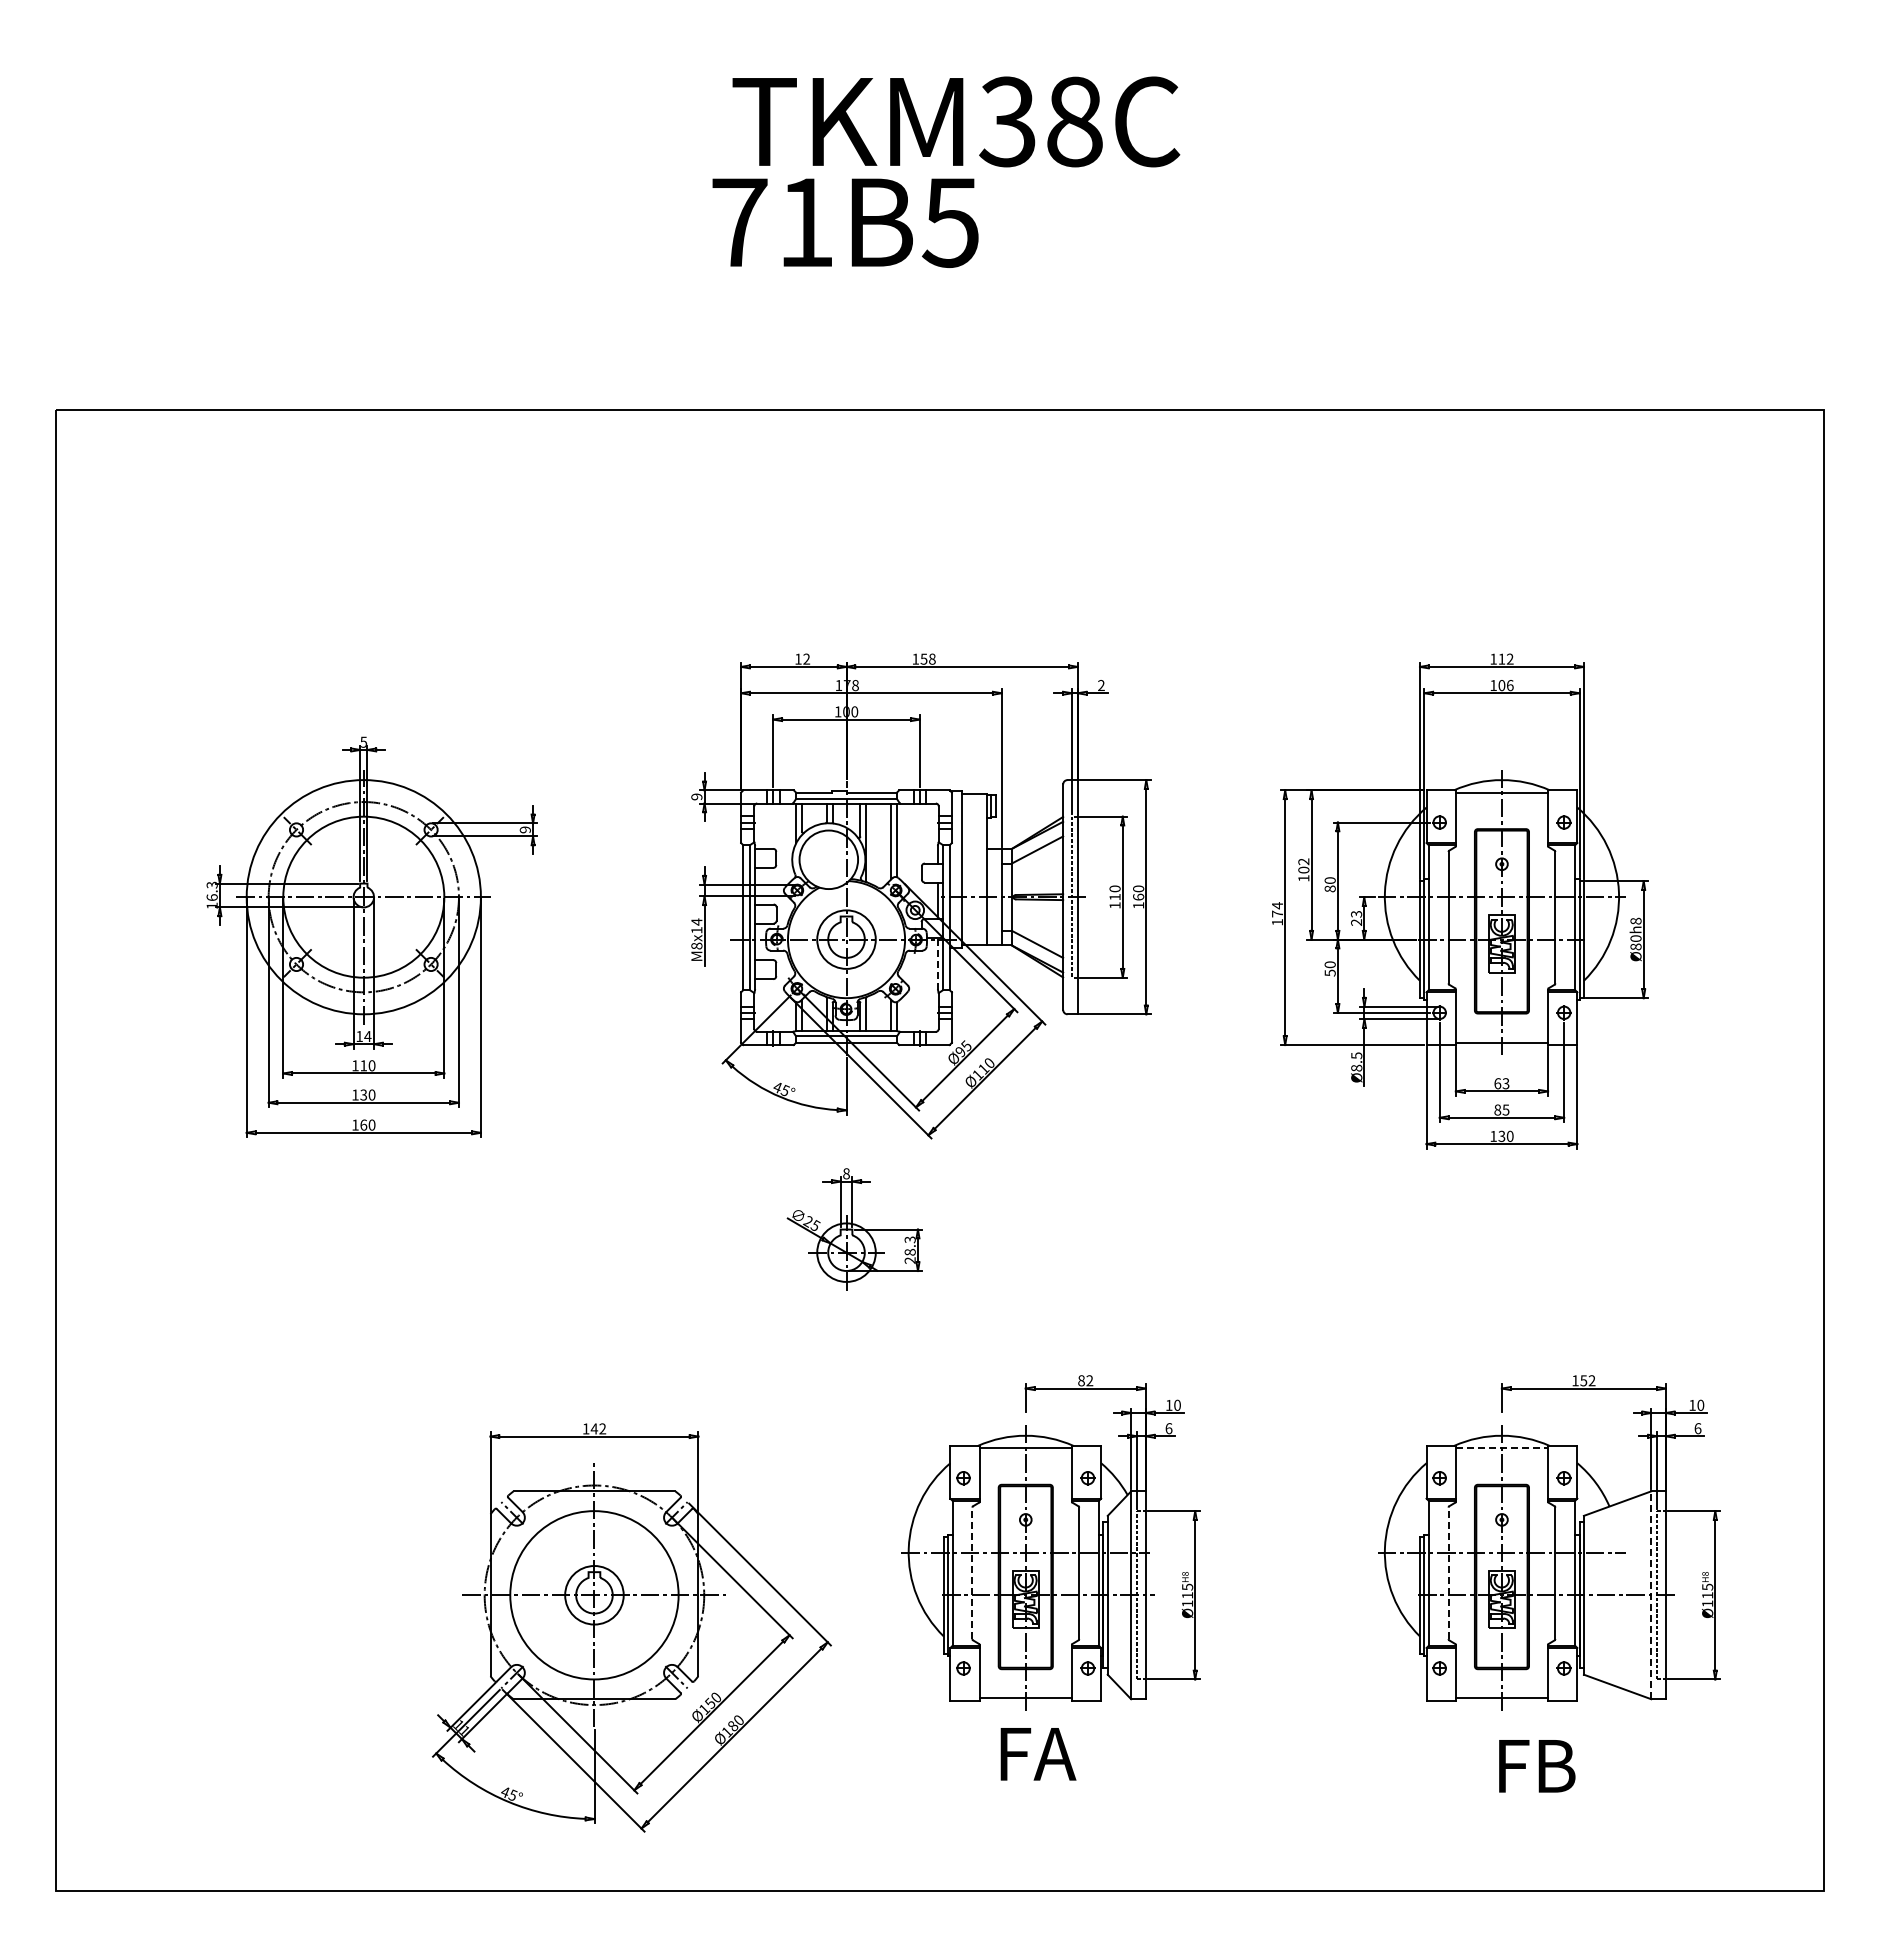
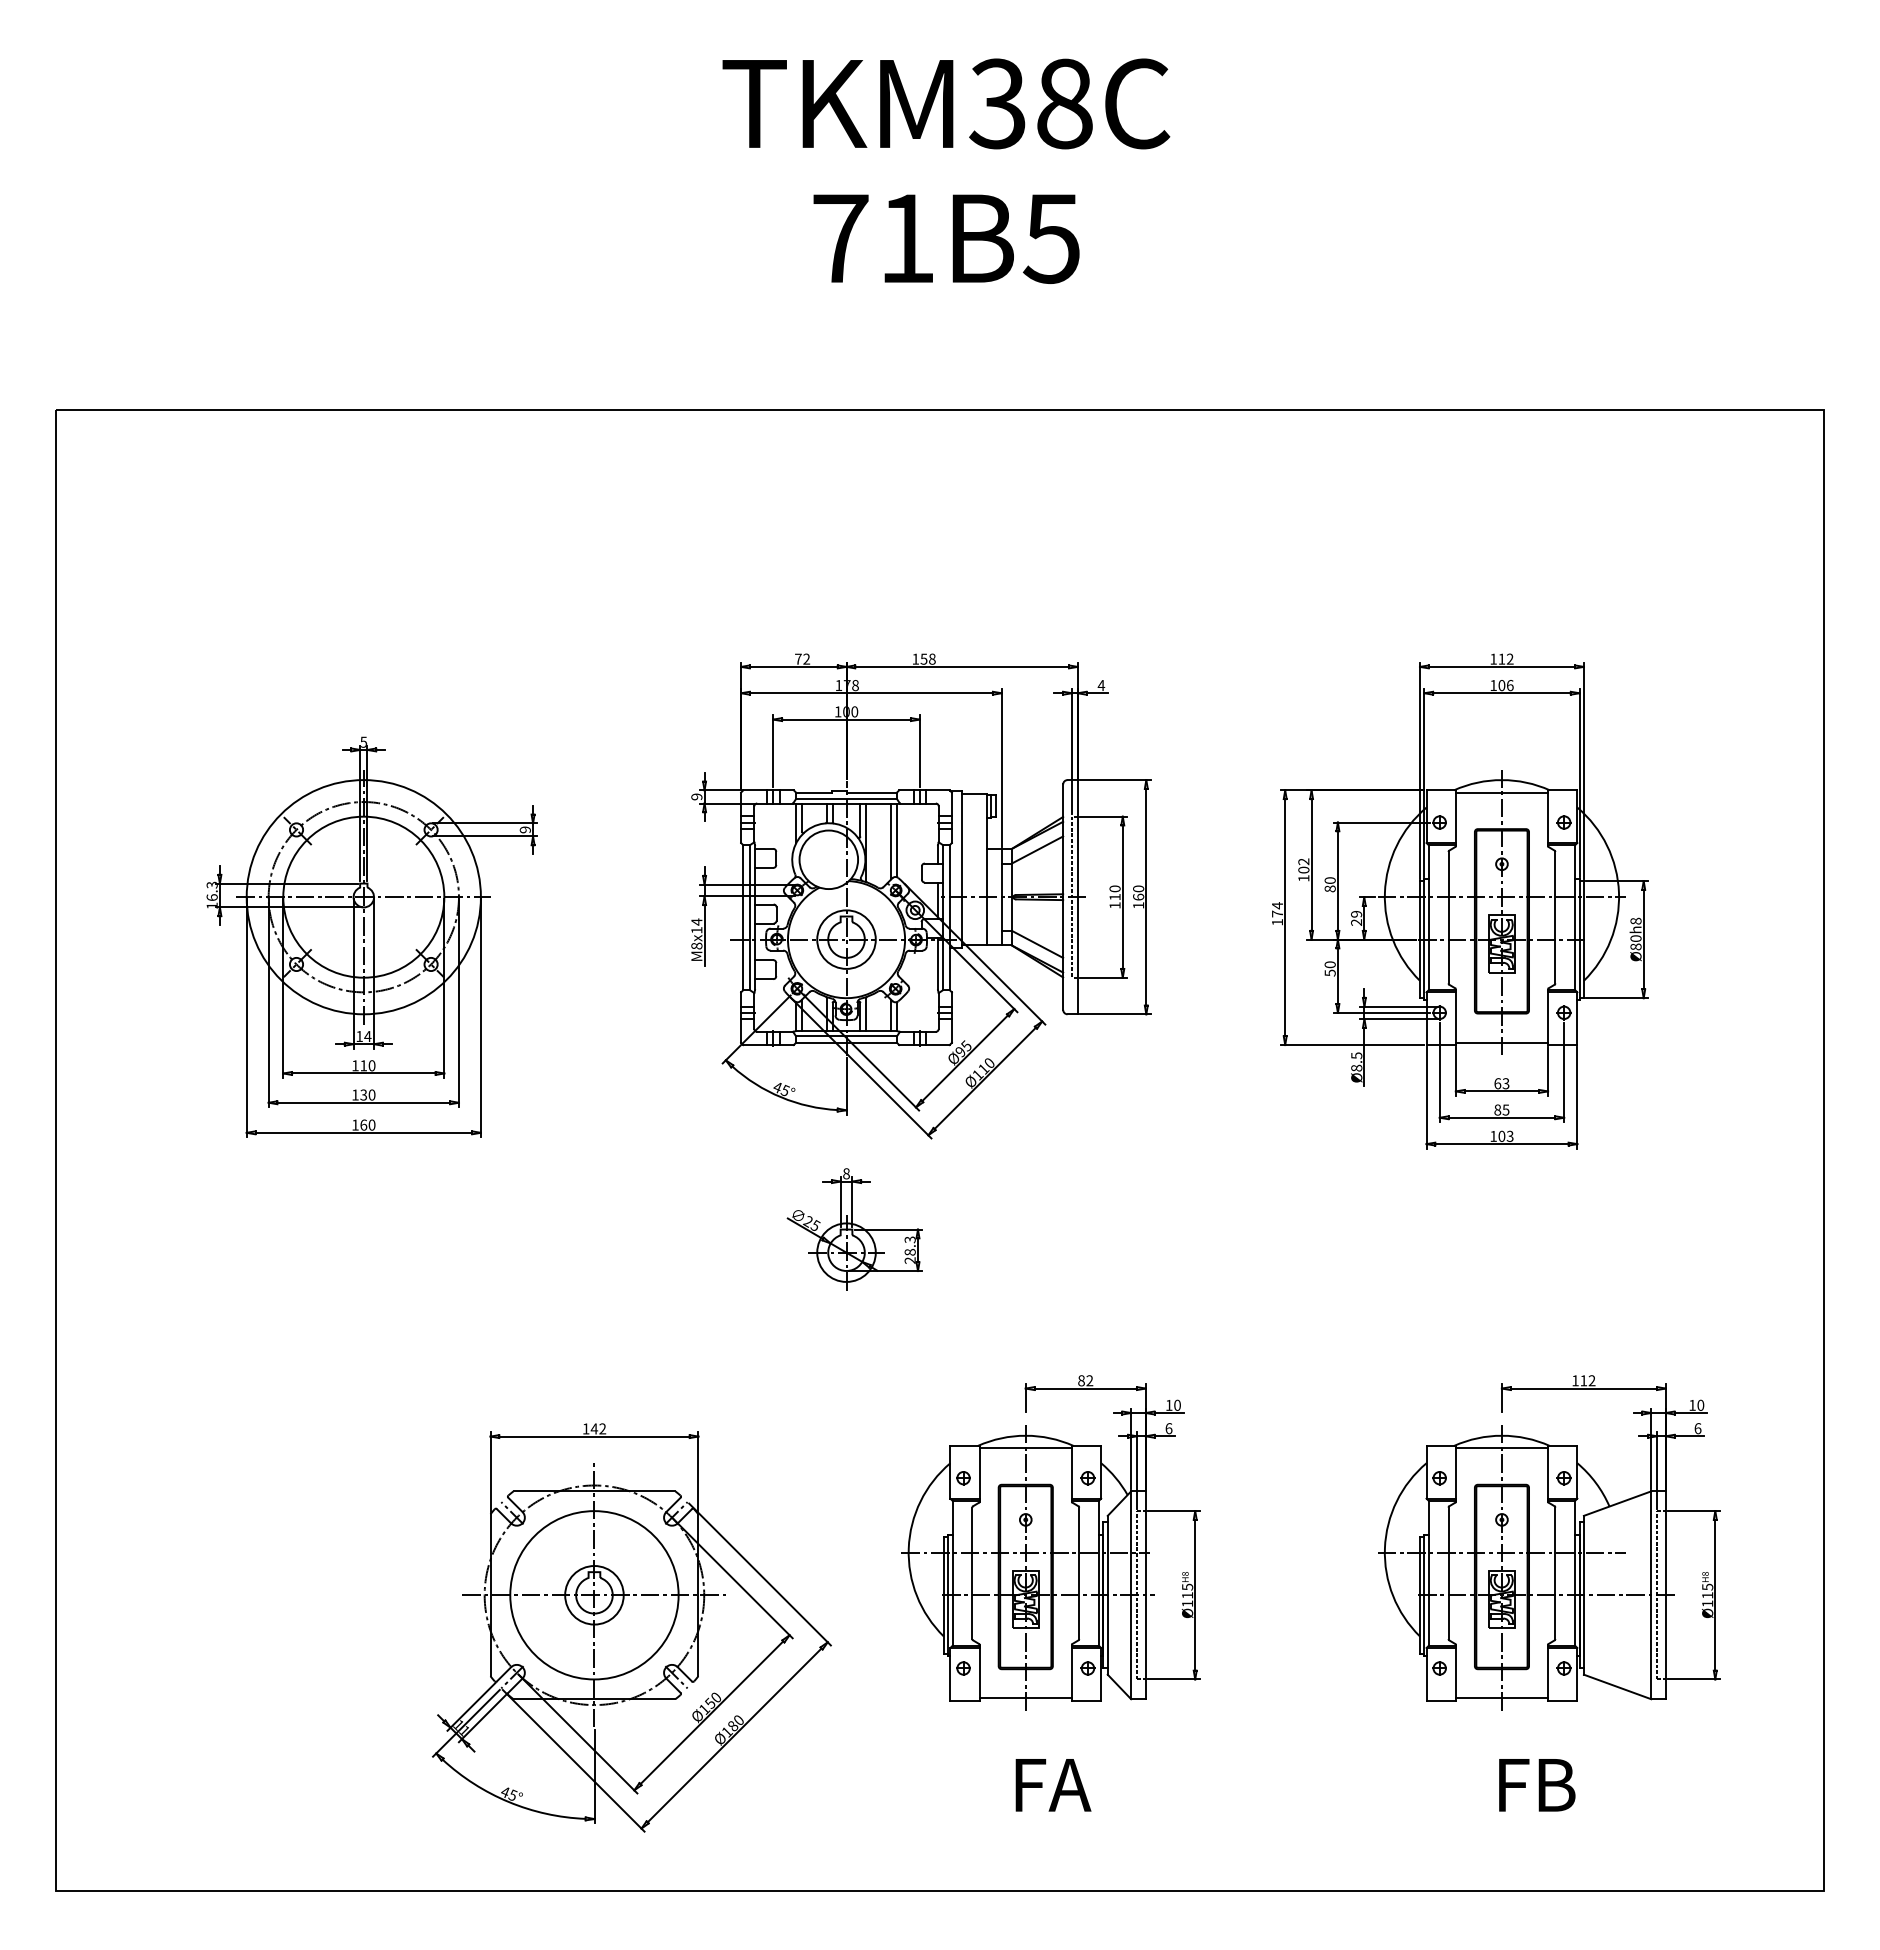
text at (956, 121) position: (956, 121) -> (946, 103)
text at (845, 222) position: (845, 222) -> (946, 238)
text at (798, 658): 12 -> 72
text at (1101, 685): 2 -> 4
text at (1356, 914): 23 -> 29
line at (938, 964): dashed -> solid
text at (1505, 1136): 130 -> 103
text at (1583, 1380): 152 -> 112
line at (1502, 1448): dashed -> solid
line at (972, 1573): dashed -> solid
line at (1448, 1573): dashed -> solid
line at (1651, 1595): dashed -> solid
text at (1038, 1754) position: (1038, 1754) -> (1053, 1785)
text at (1537, 1766) position: (1537, 1766) -> (1537, 1785)
